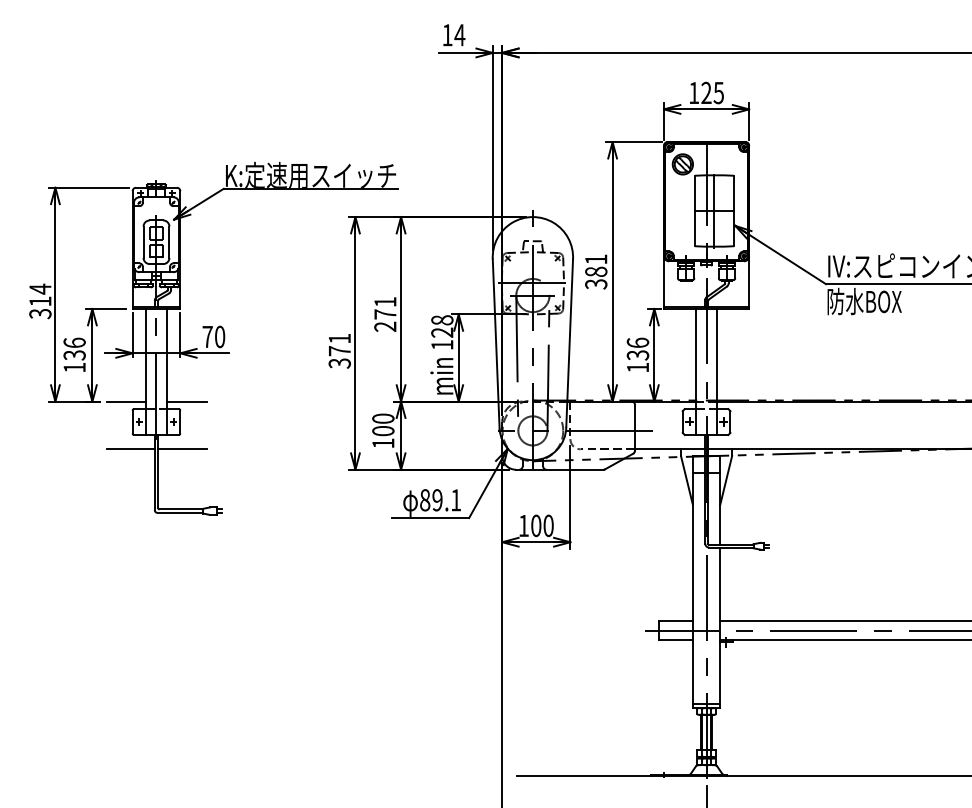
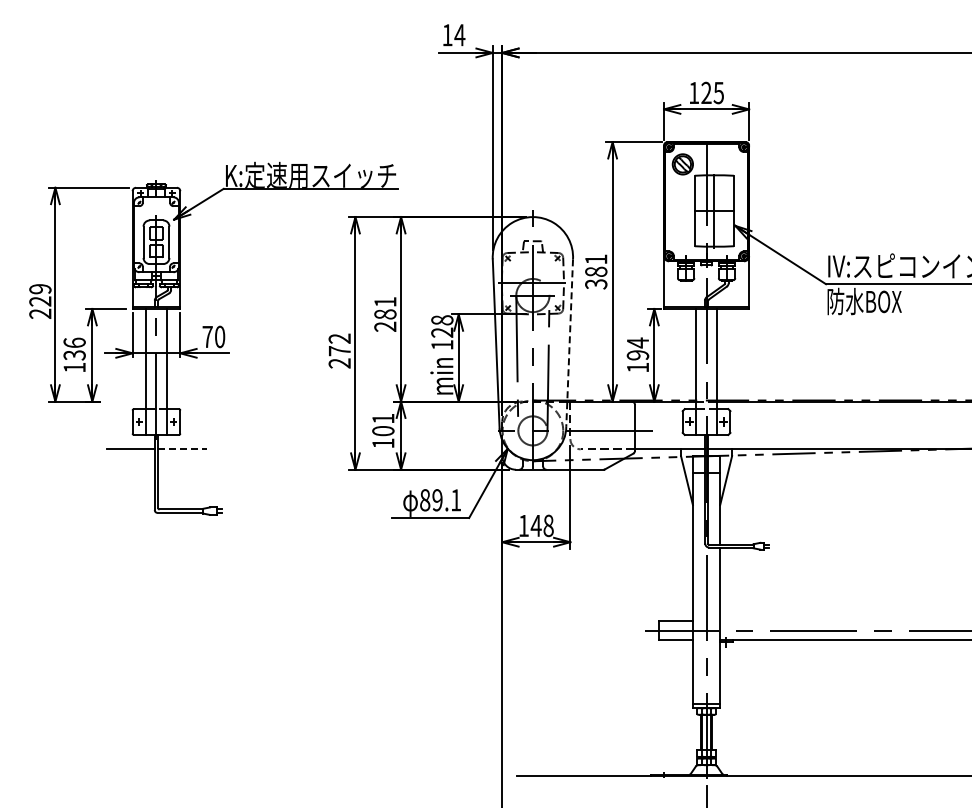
text at (40, 301): 314 -> 229
text at (385, 314): 271 -> 281
line at (569, 343): solid -> dashed
text at (637, 348): 136 -> 194
text at (339, 350): 371 -> 272
line at (126, 401): present -> none
line at (186, 401): present -> none
text at (383, 418): 100 -> 101
line at (182, 449): solid -> dashed
text at (541, 525): 100 -> 148
line at (844, 621): present -> none
